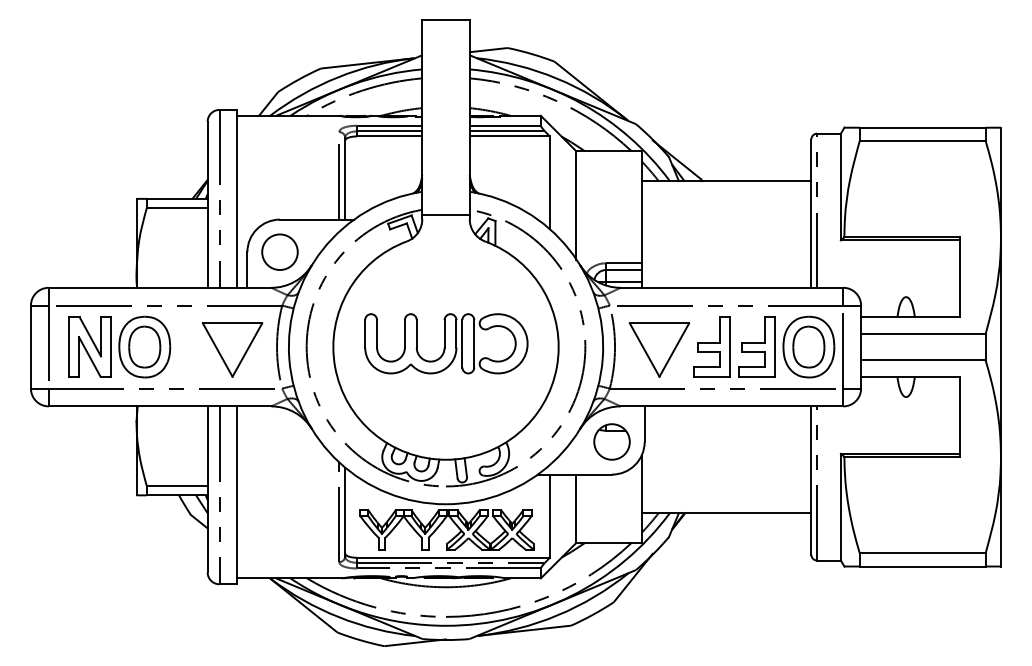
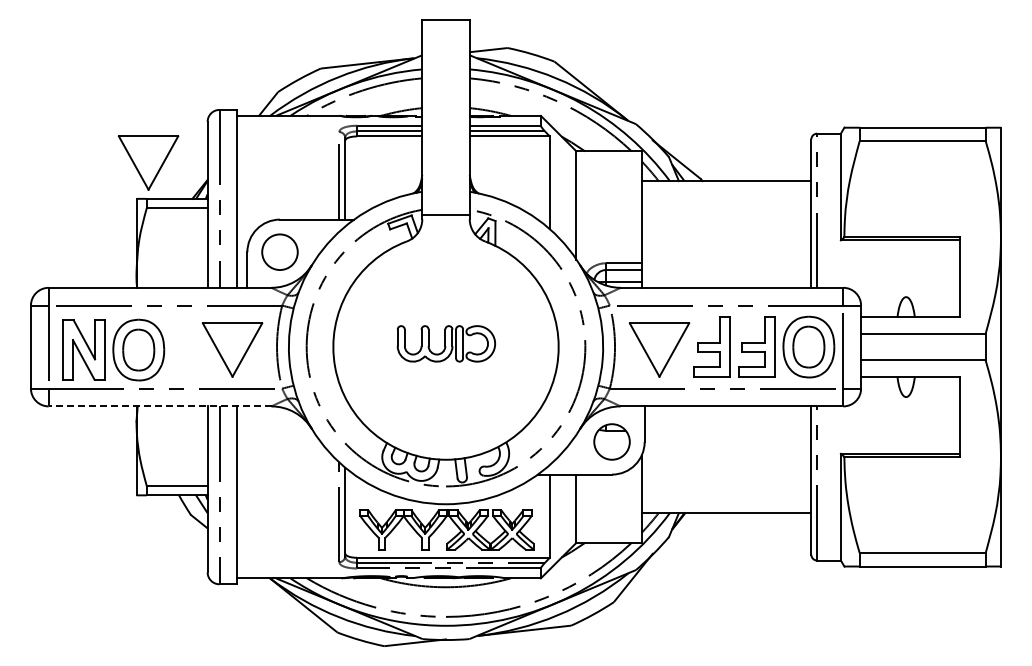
part at (148, 162): none -> present
part at (446, 343) size: 165x62 px -> 100x38 px
part at (119, 346) position: (119, 346) -> (113, 349)
line at (159, 406): solid -> dashed
